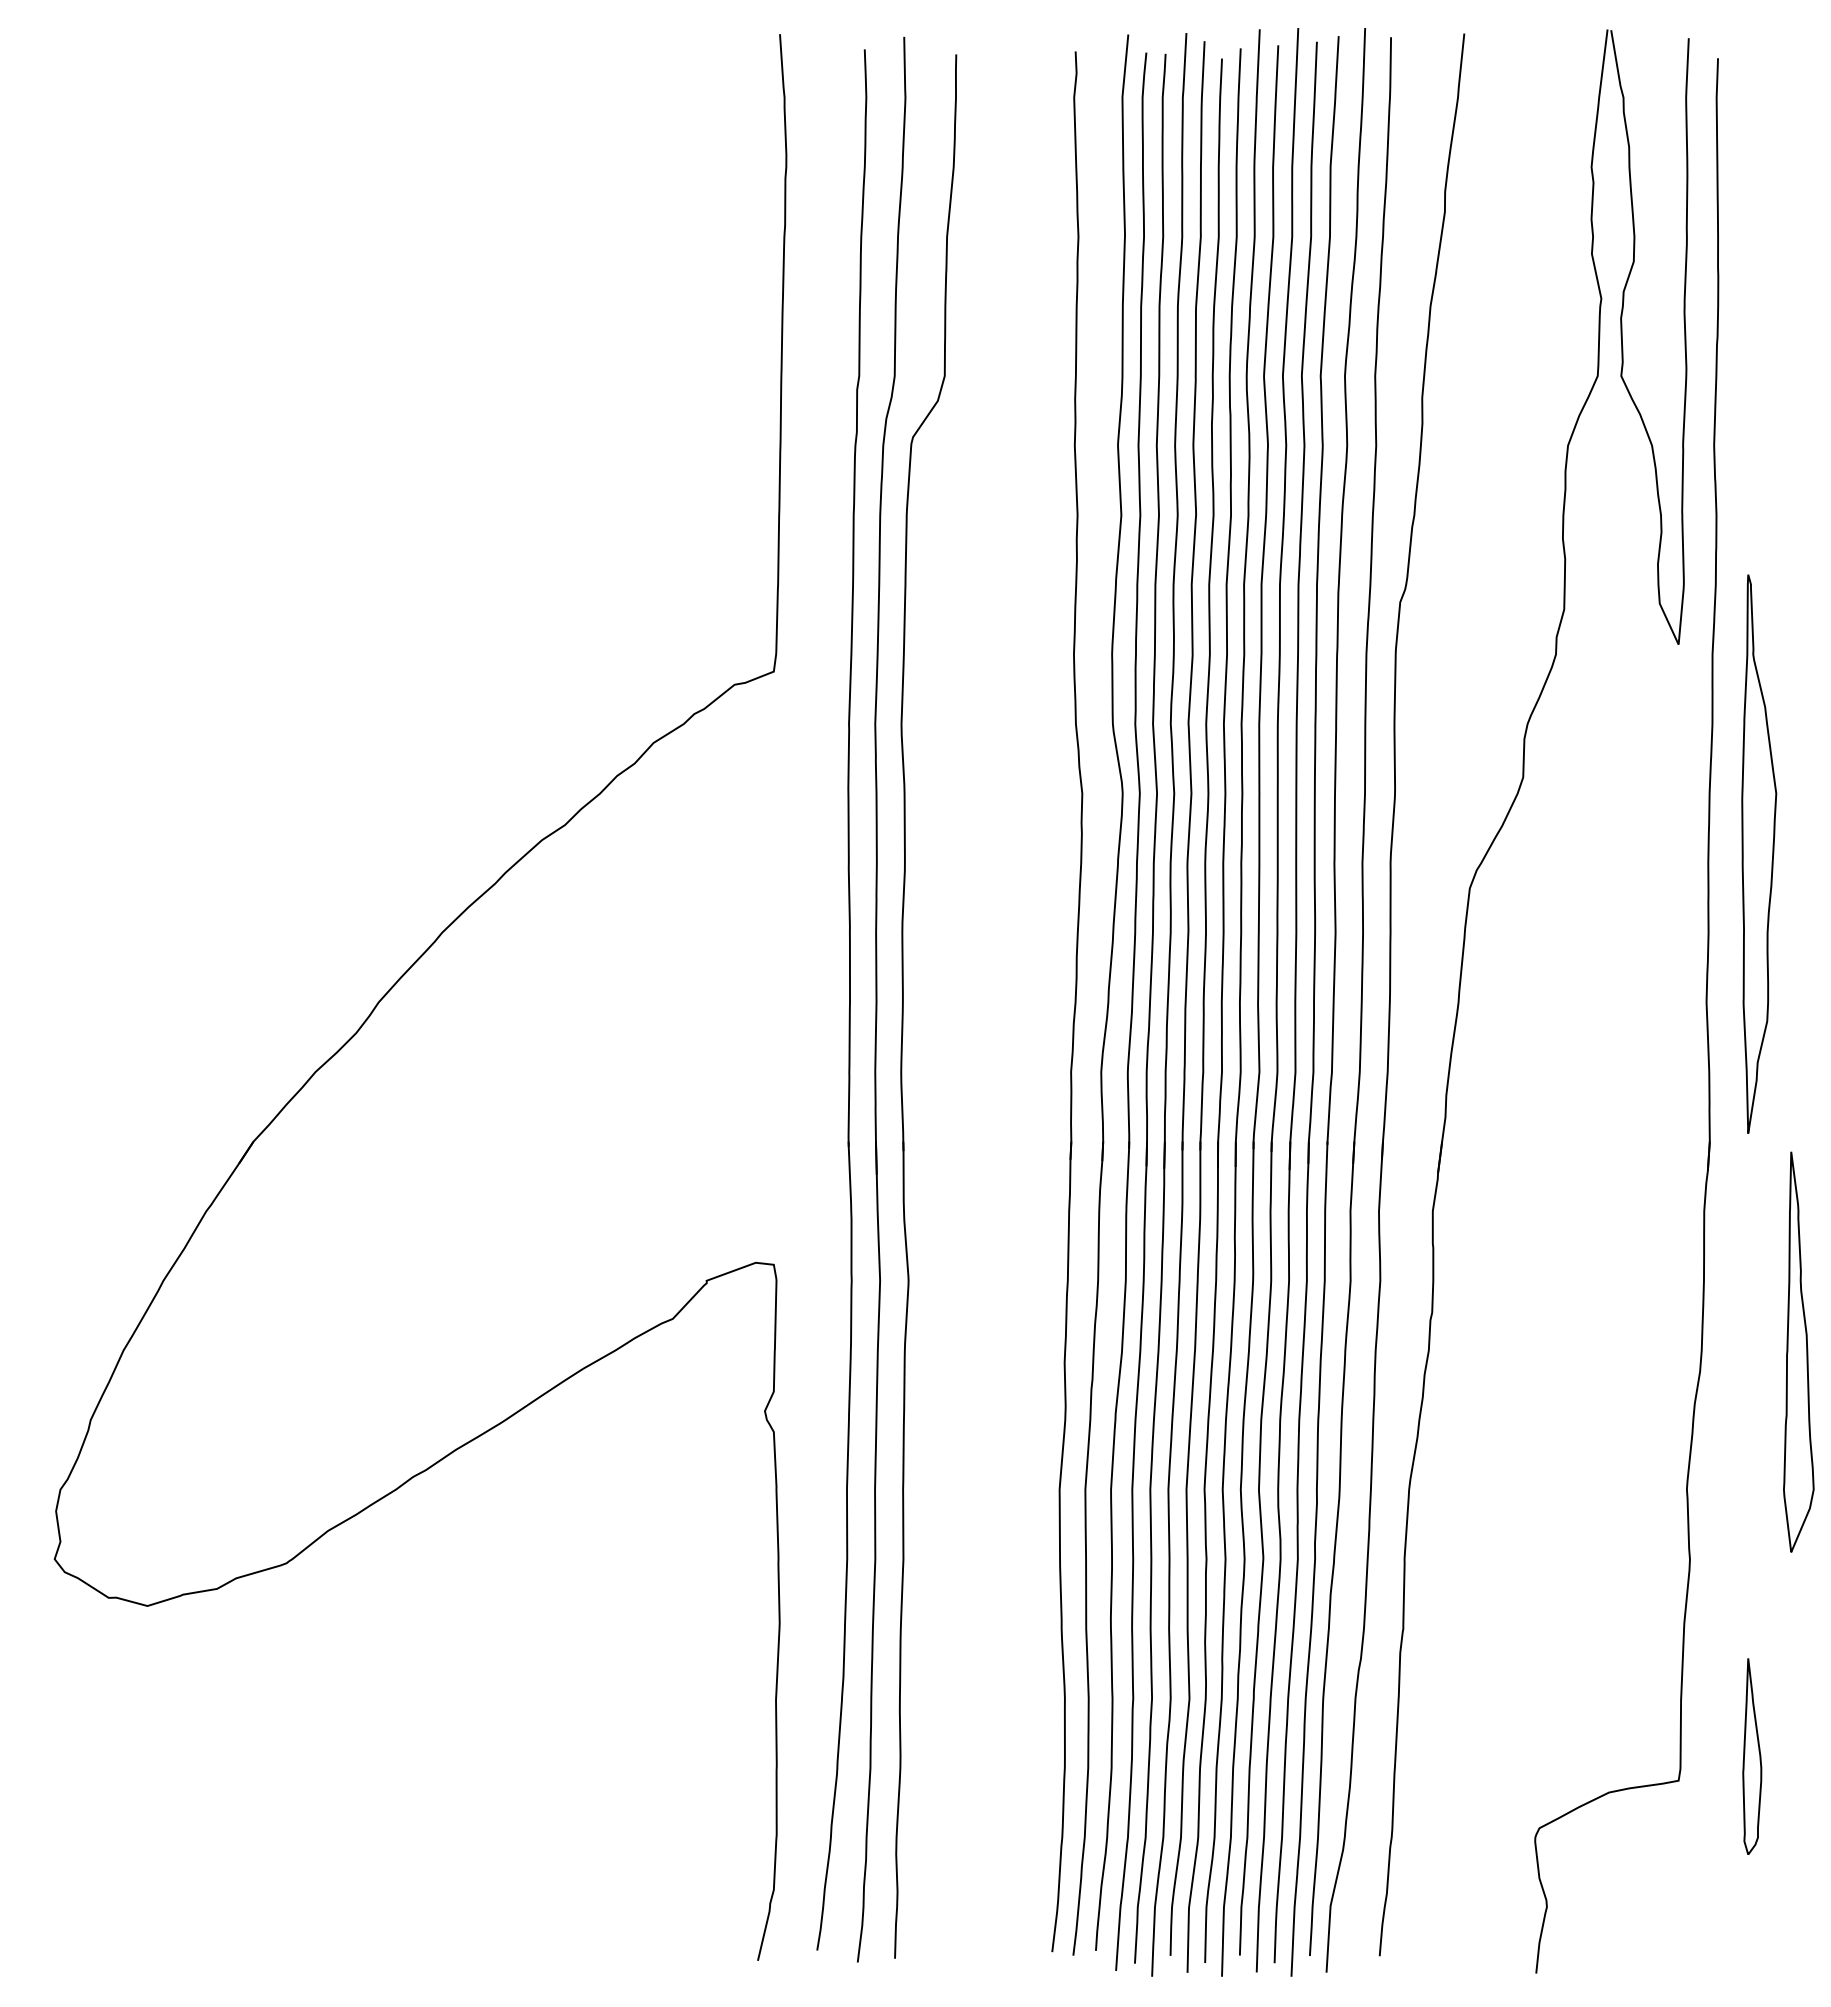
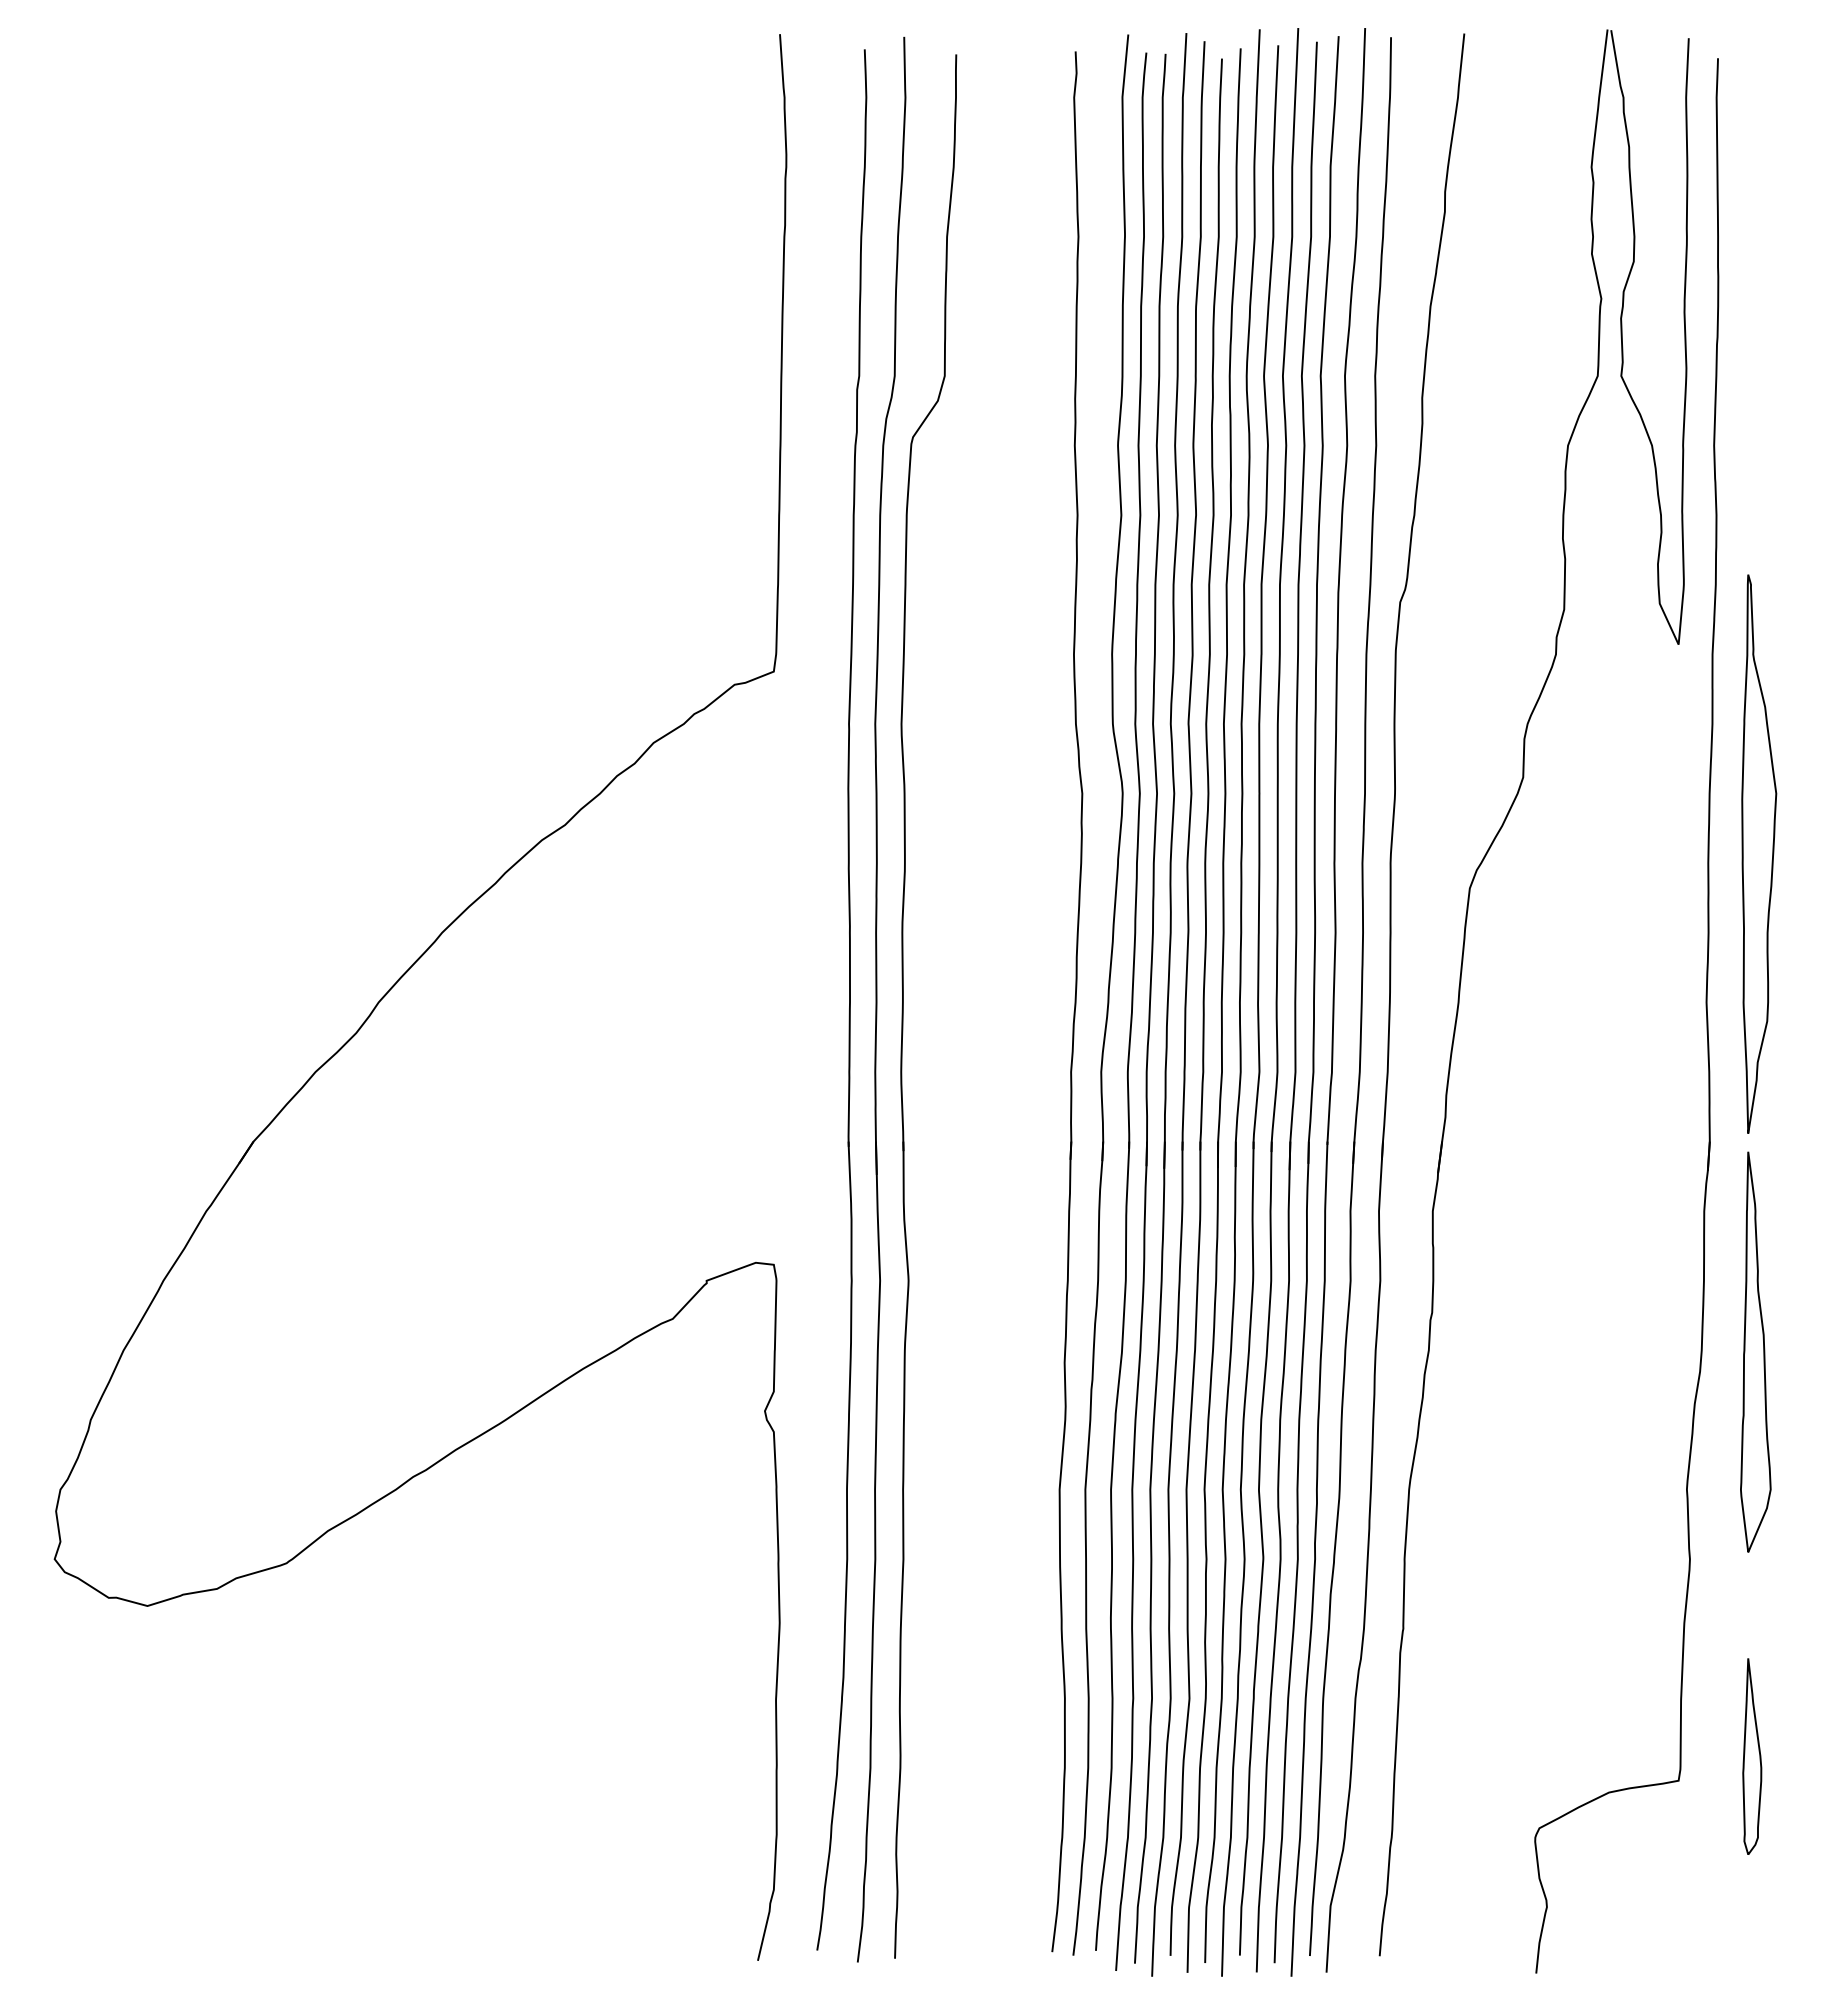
part at (1798, 1351) position: (1798, 1351) -> (1755, 1351)
